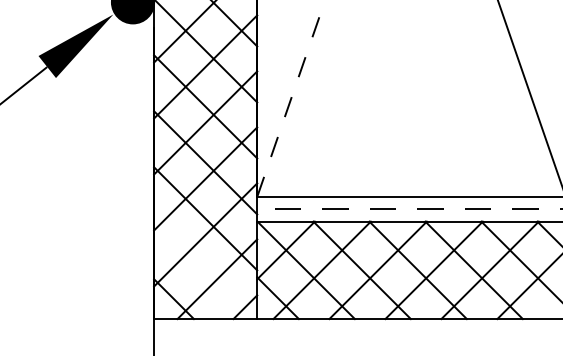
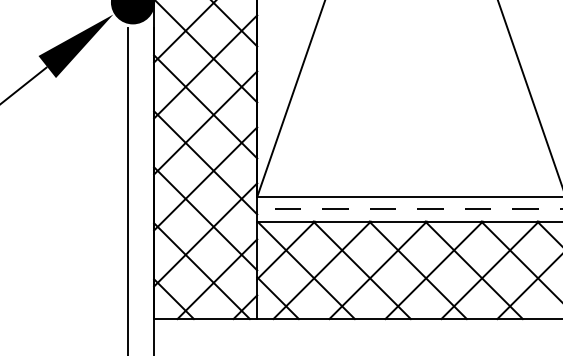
line at (291, 98): dashed -> solid
line at (127, 190): none -> present
line at (201, 271): none -> present
